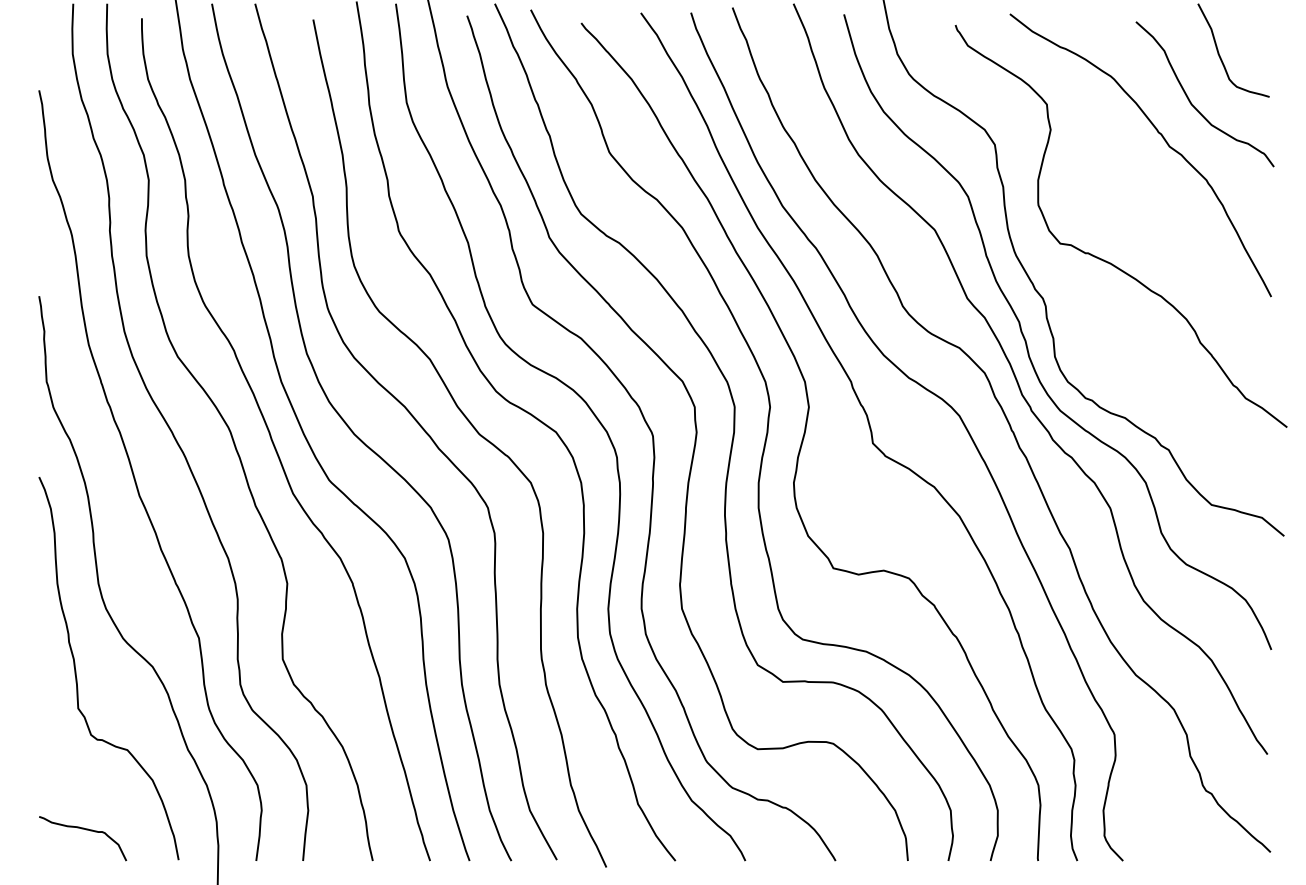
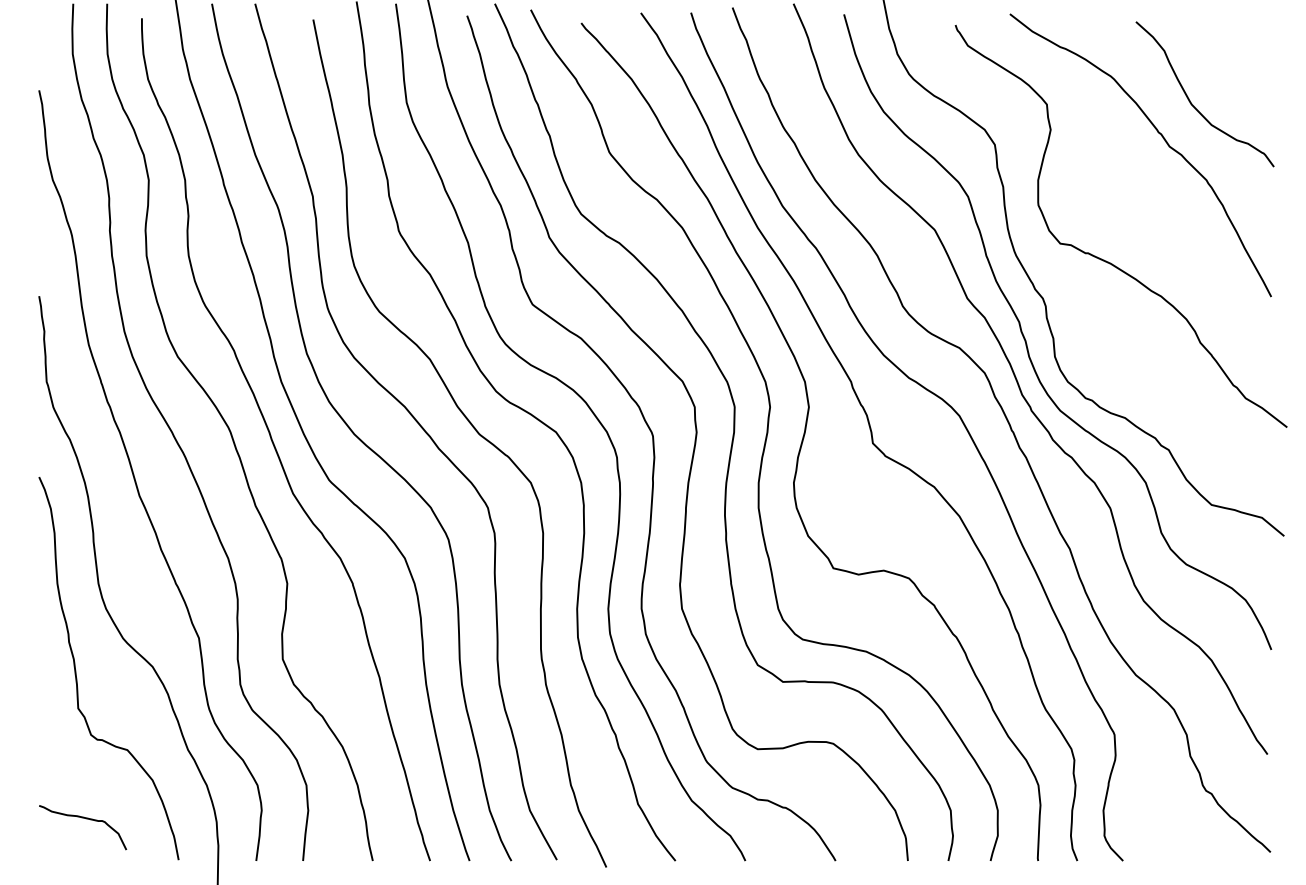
curve at (1221, 57): present -> none
curve at (86, 830) position: (86, 830) -> (86, 819)
